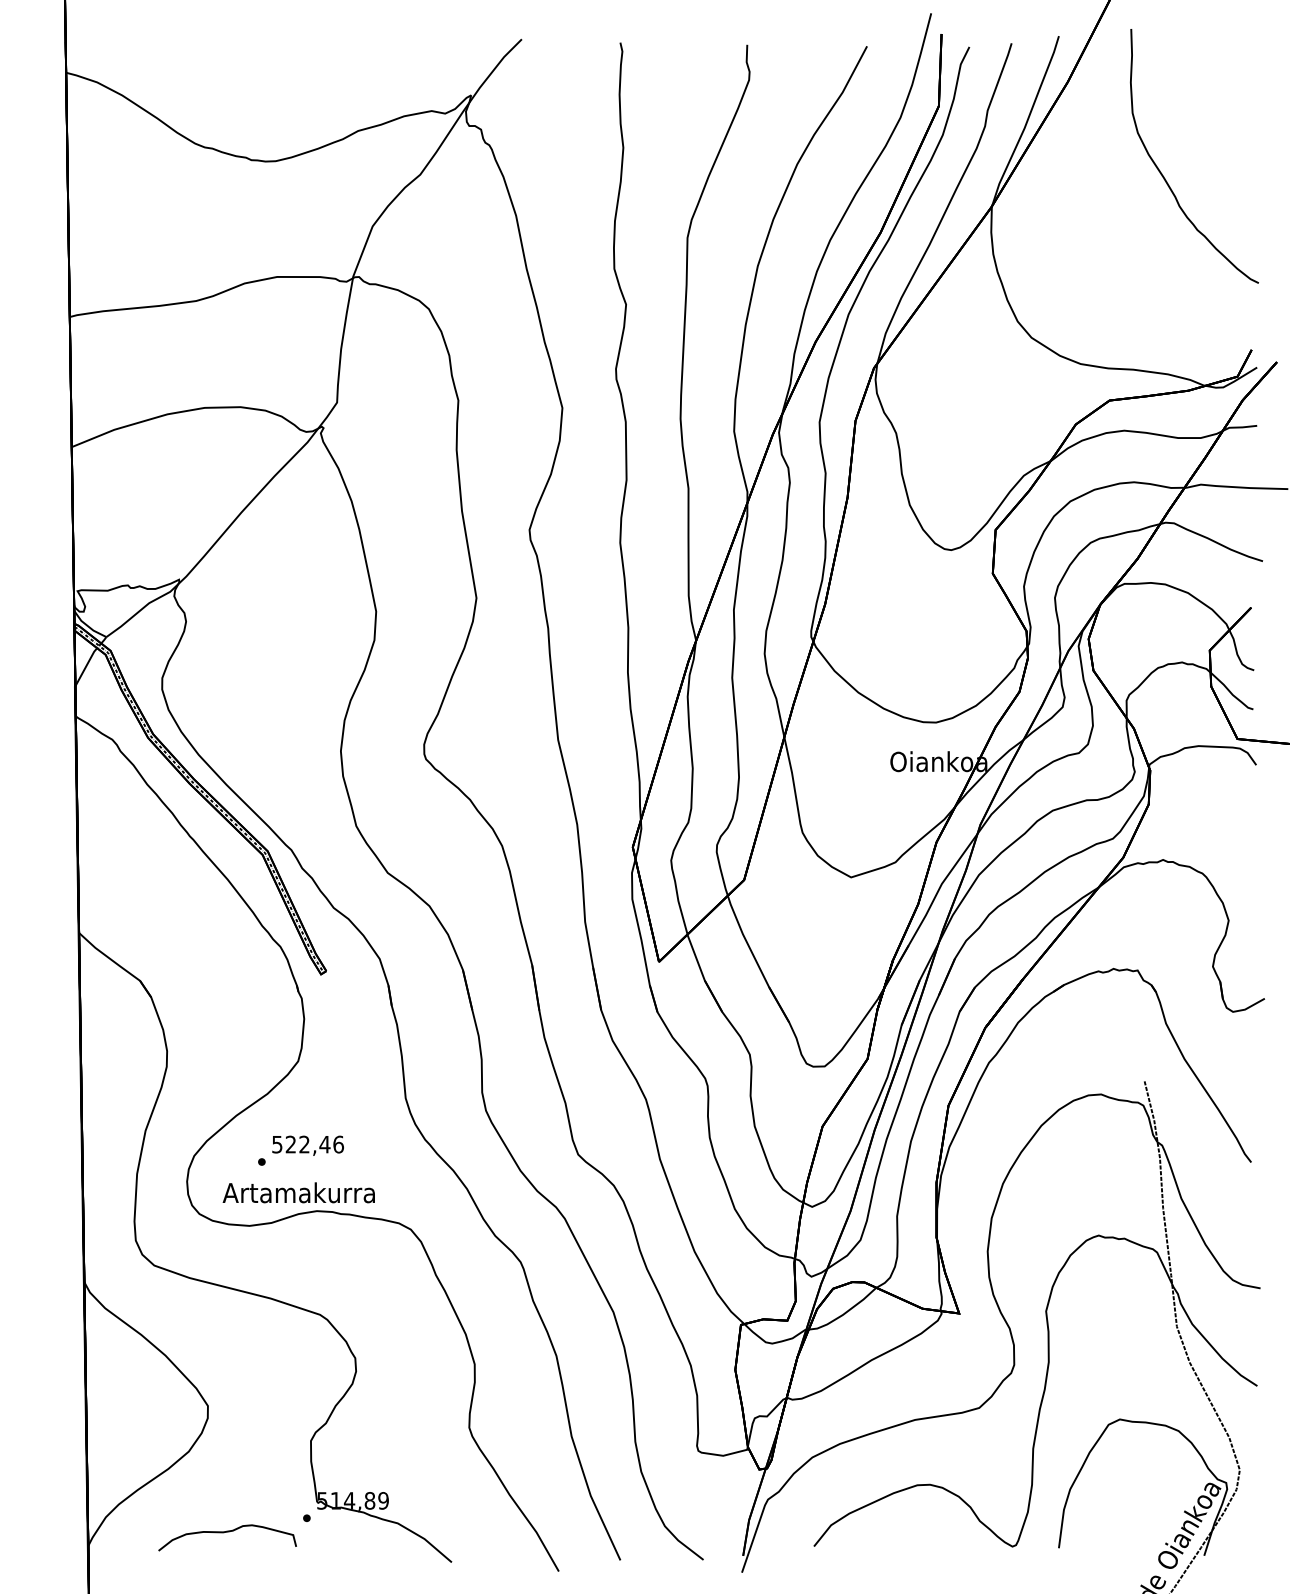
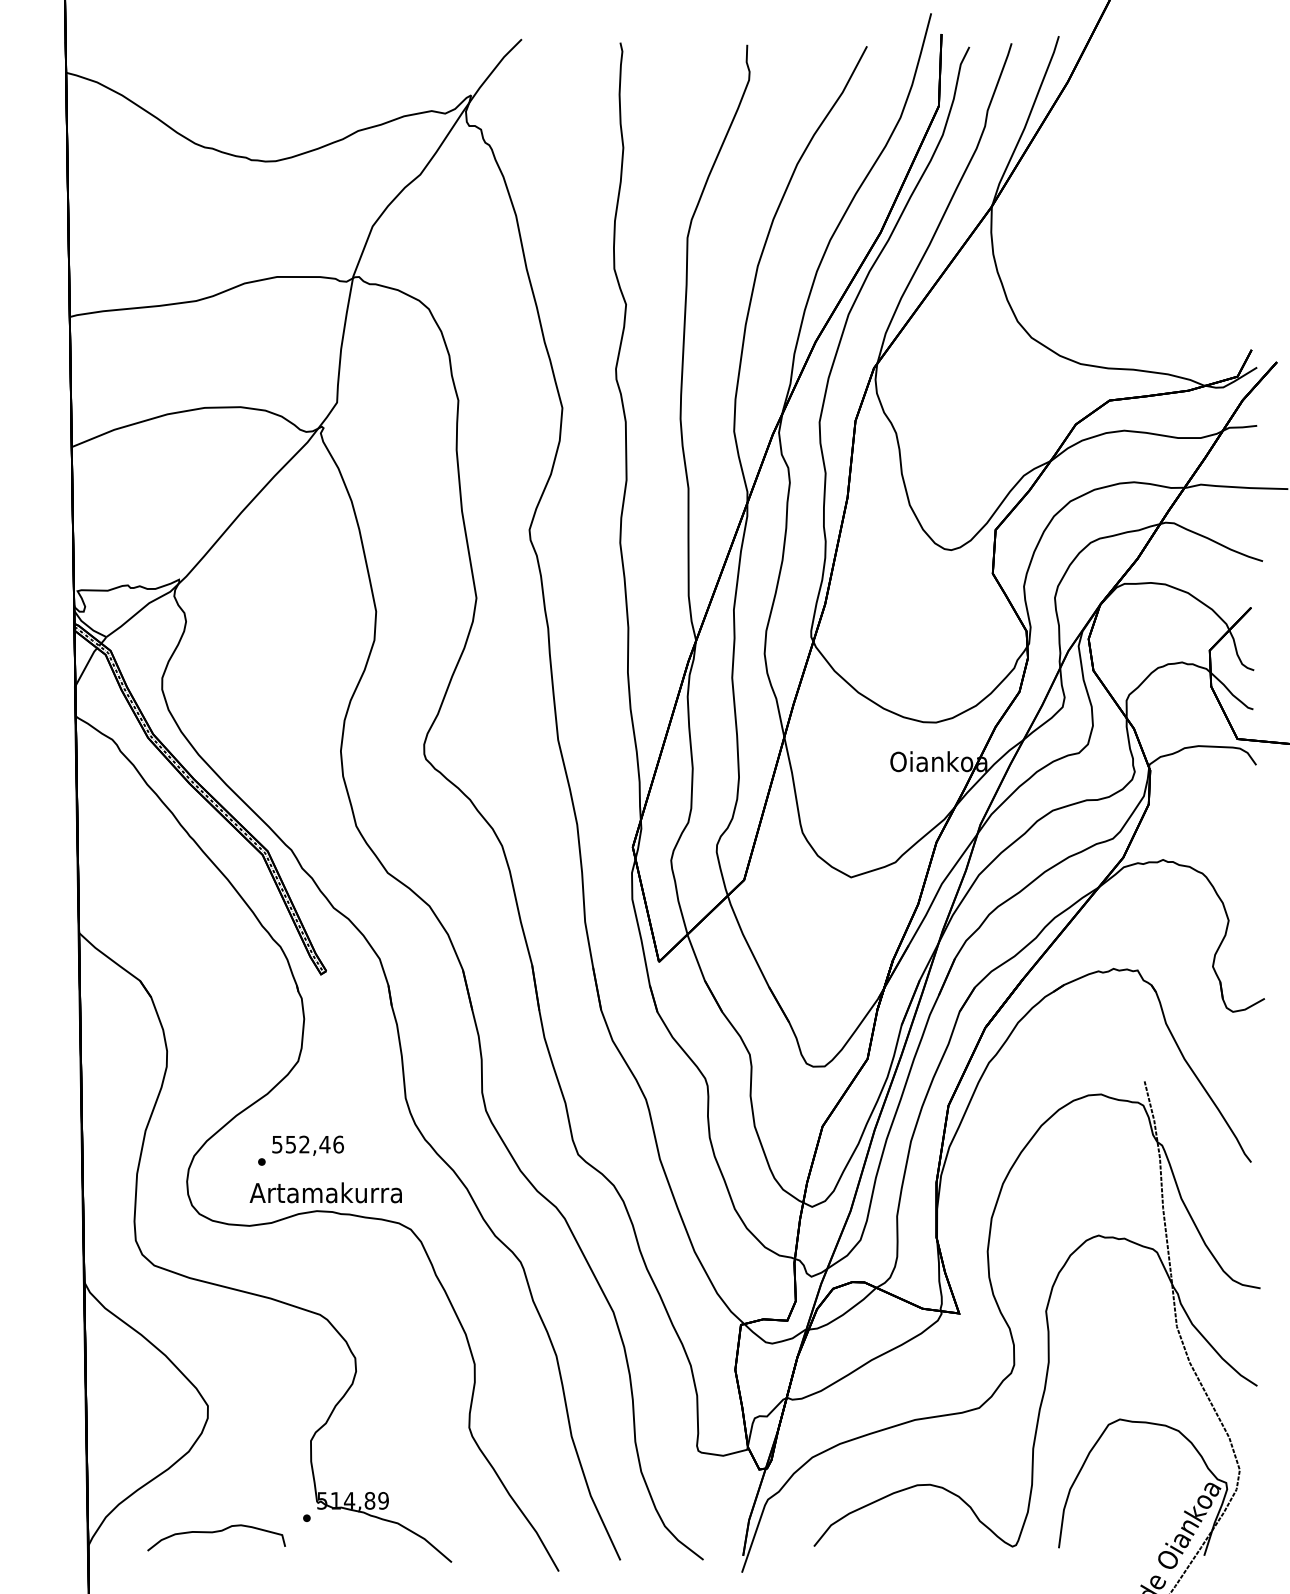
curve at (1164, 176): present -> none
text at (290, 1144): 522,46 -> 552,46
text at (298, 1192) position: (298, 1192) -> (325, 1192)
curve at (227, 1532) position: (227, 1532) -> (216, 1532)
